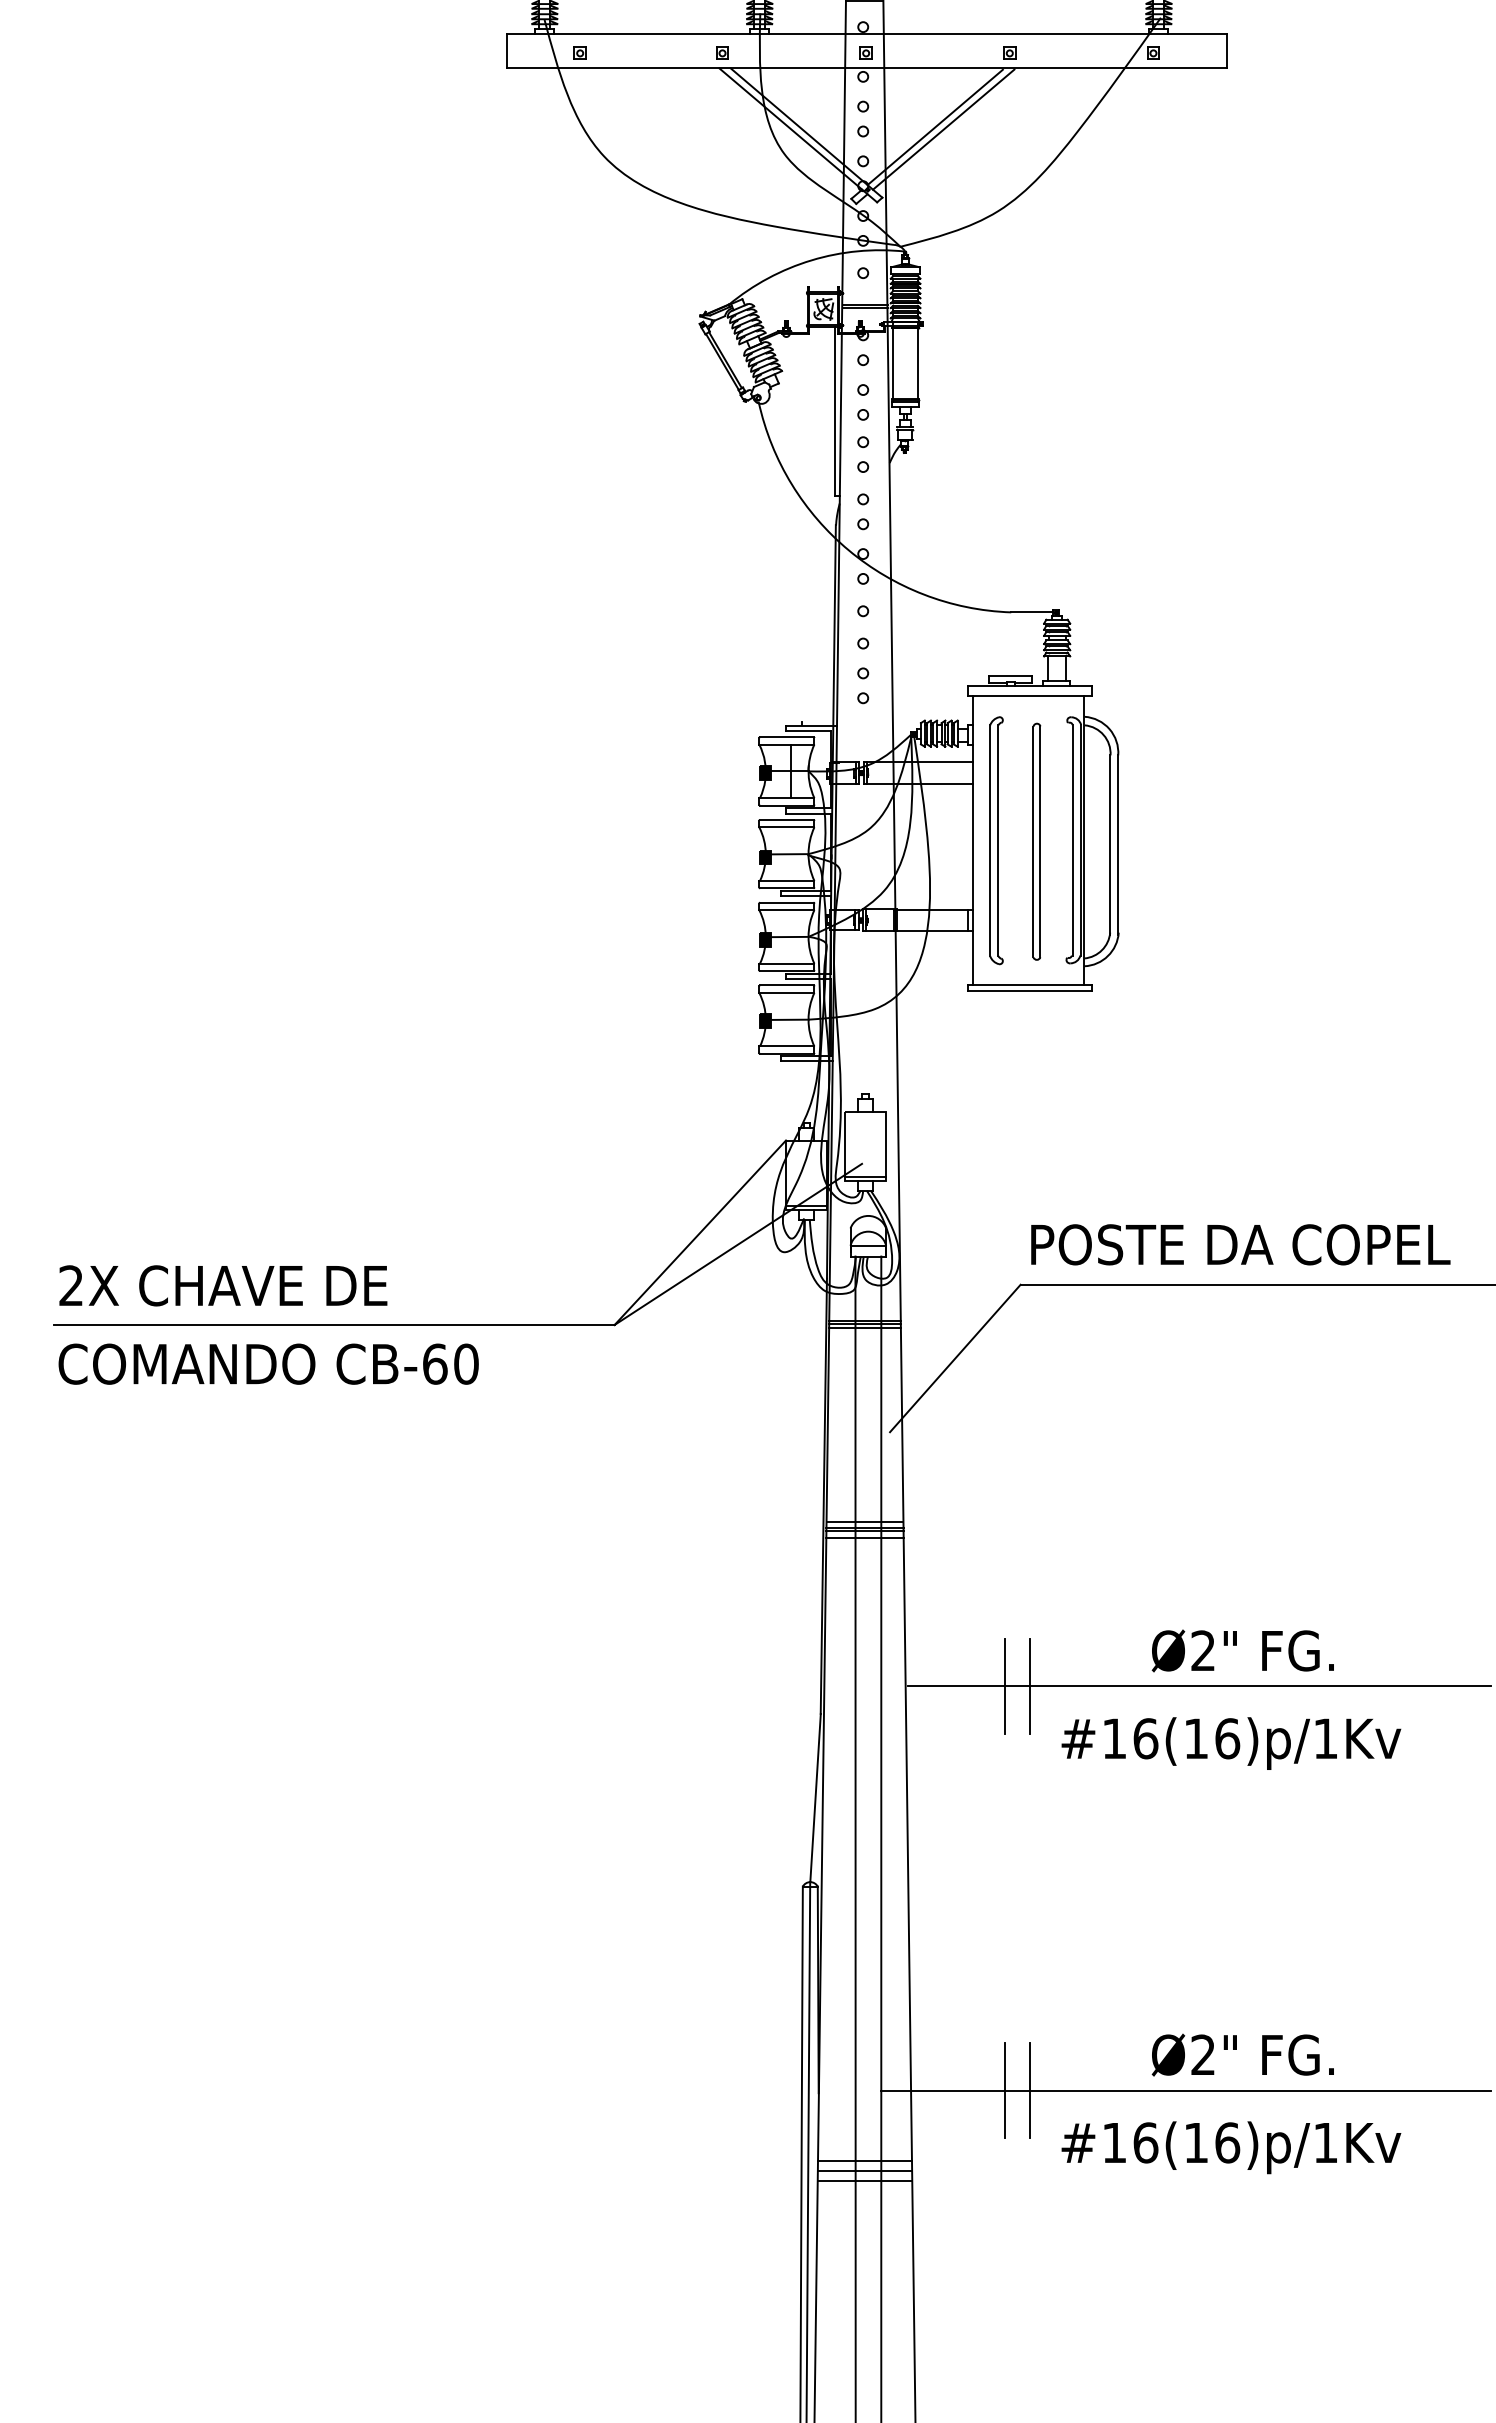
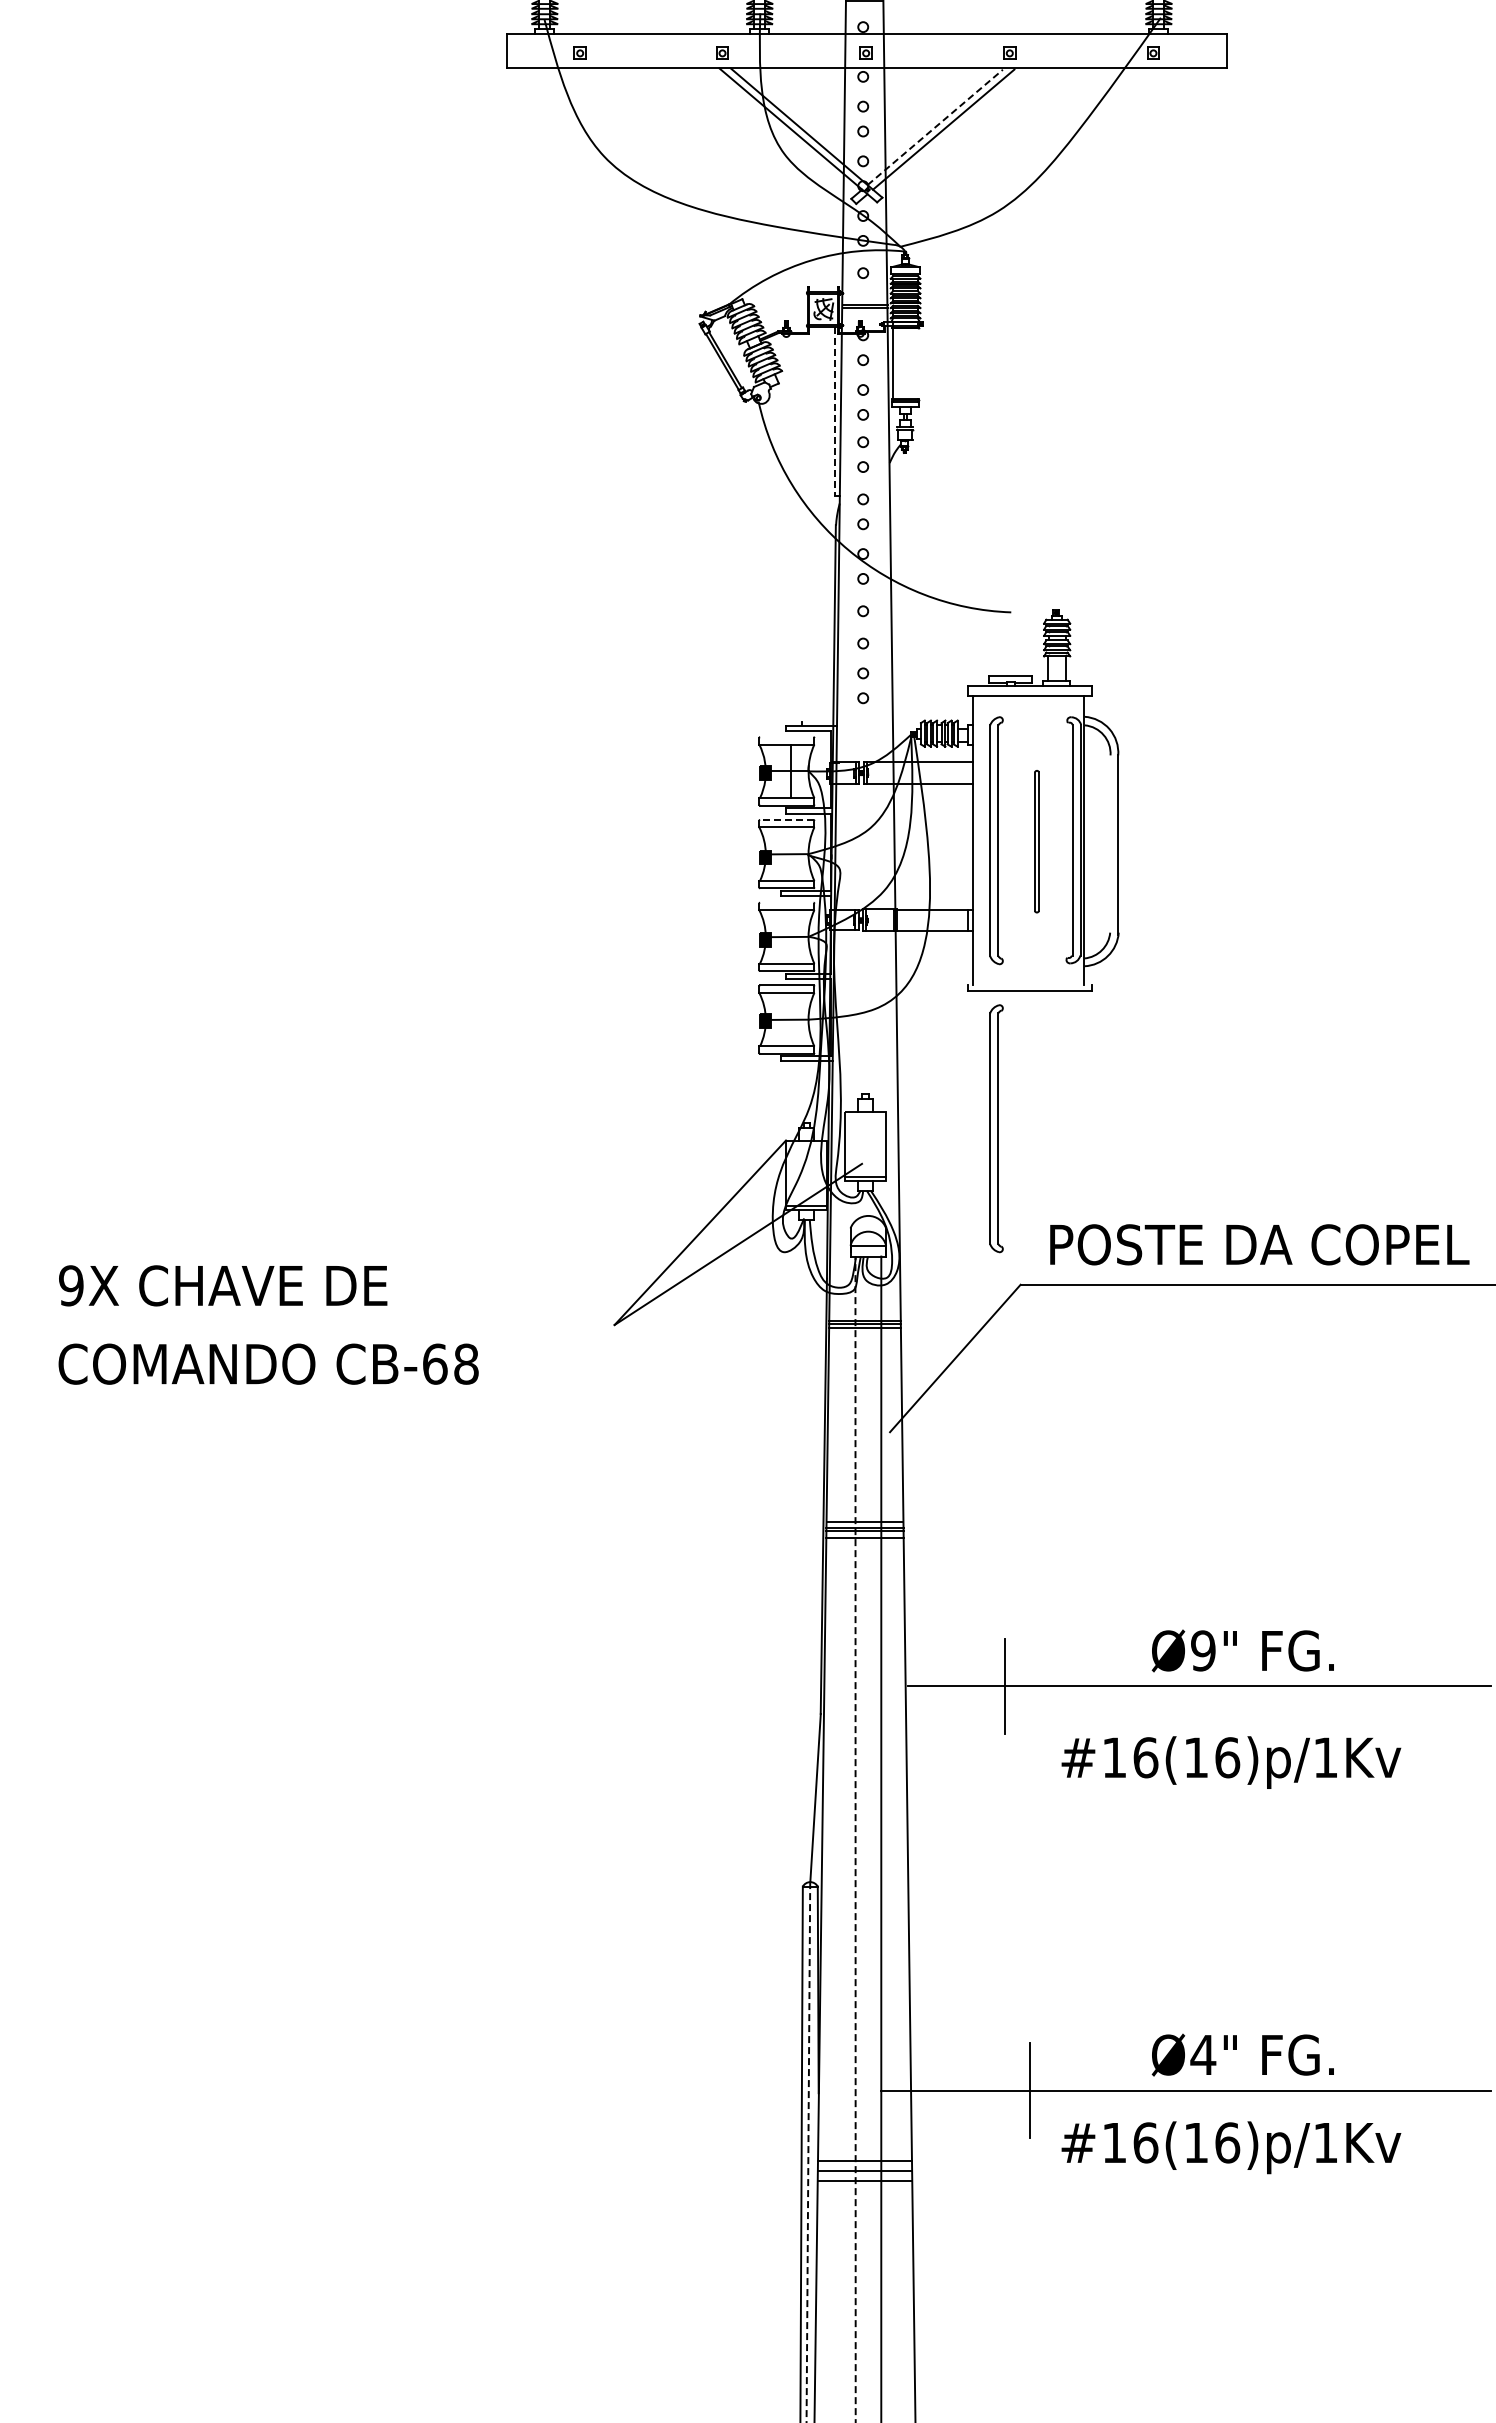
line at (935, 127): solid -> dashed
line at (917, 363): present -> none
line at (834, 411): solid -> dashed
line at (1032, 612): present -> none
line at (786, 737): present -> none
line at (786, 819): solid -> dashed
part at (1036, 841) size: 10x239 px -> 6x144 px
line at (1110, 844): present -> none
line at (786, 902): present -> none
line at (1029, 985): present -> none
part at (996, 1128): none -> present
text at (1240, 1244) position: (1240, 1244) -> (1259, 1244)
text at (71, 1285): 2X -> 9X
line at (334, 1325): present -> none
text at (466, 1363): CB-60 -> CB-68
text at (1203, 1650): Ø2" -> Ø9"
line at (1030, 1686): present -> none
text at (1231, 1743) position: (1231, 1743) -> (1231, 1762)
line at (855, 1839): solid -> dashed
text at (1203, 2054): Ø2" -> Ø4"
line at (1004, 2090): present -> none
line at (808, 2152): solid -> dashed
